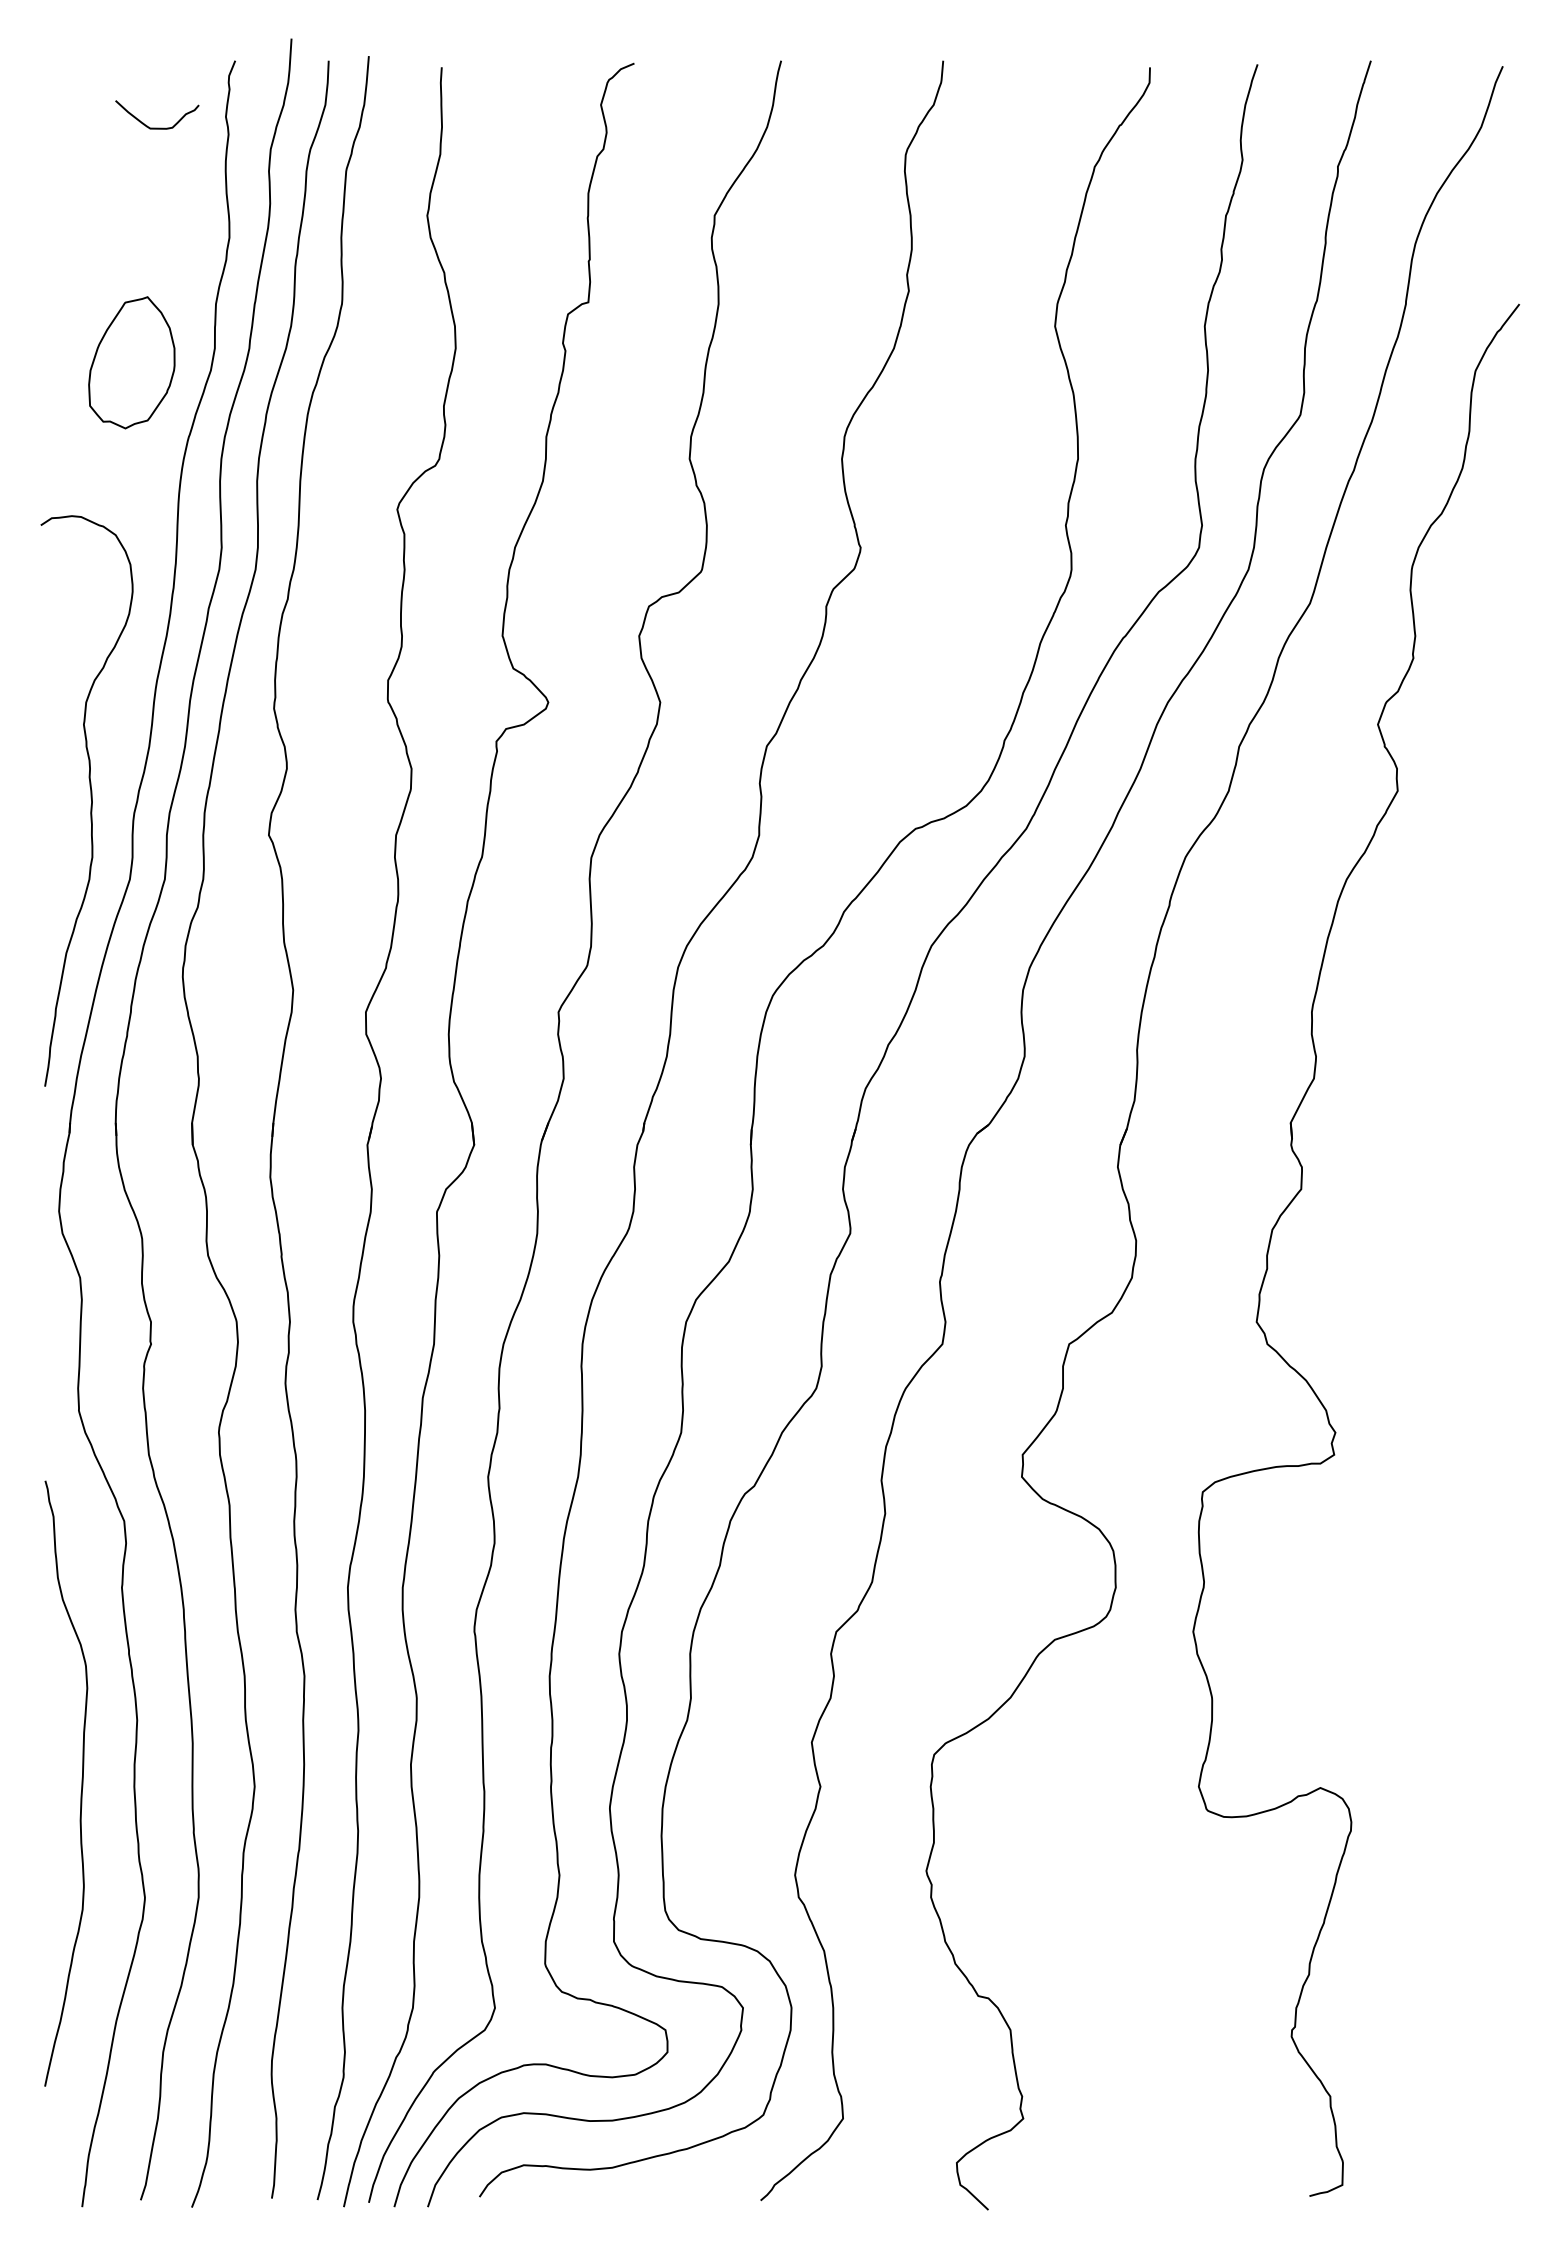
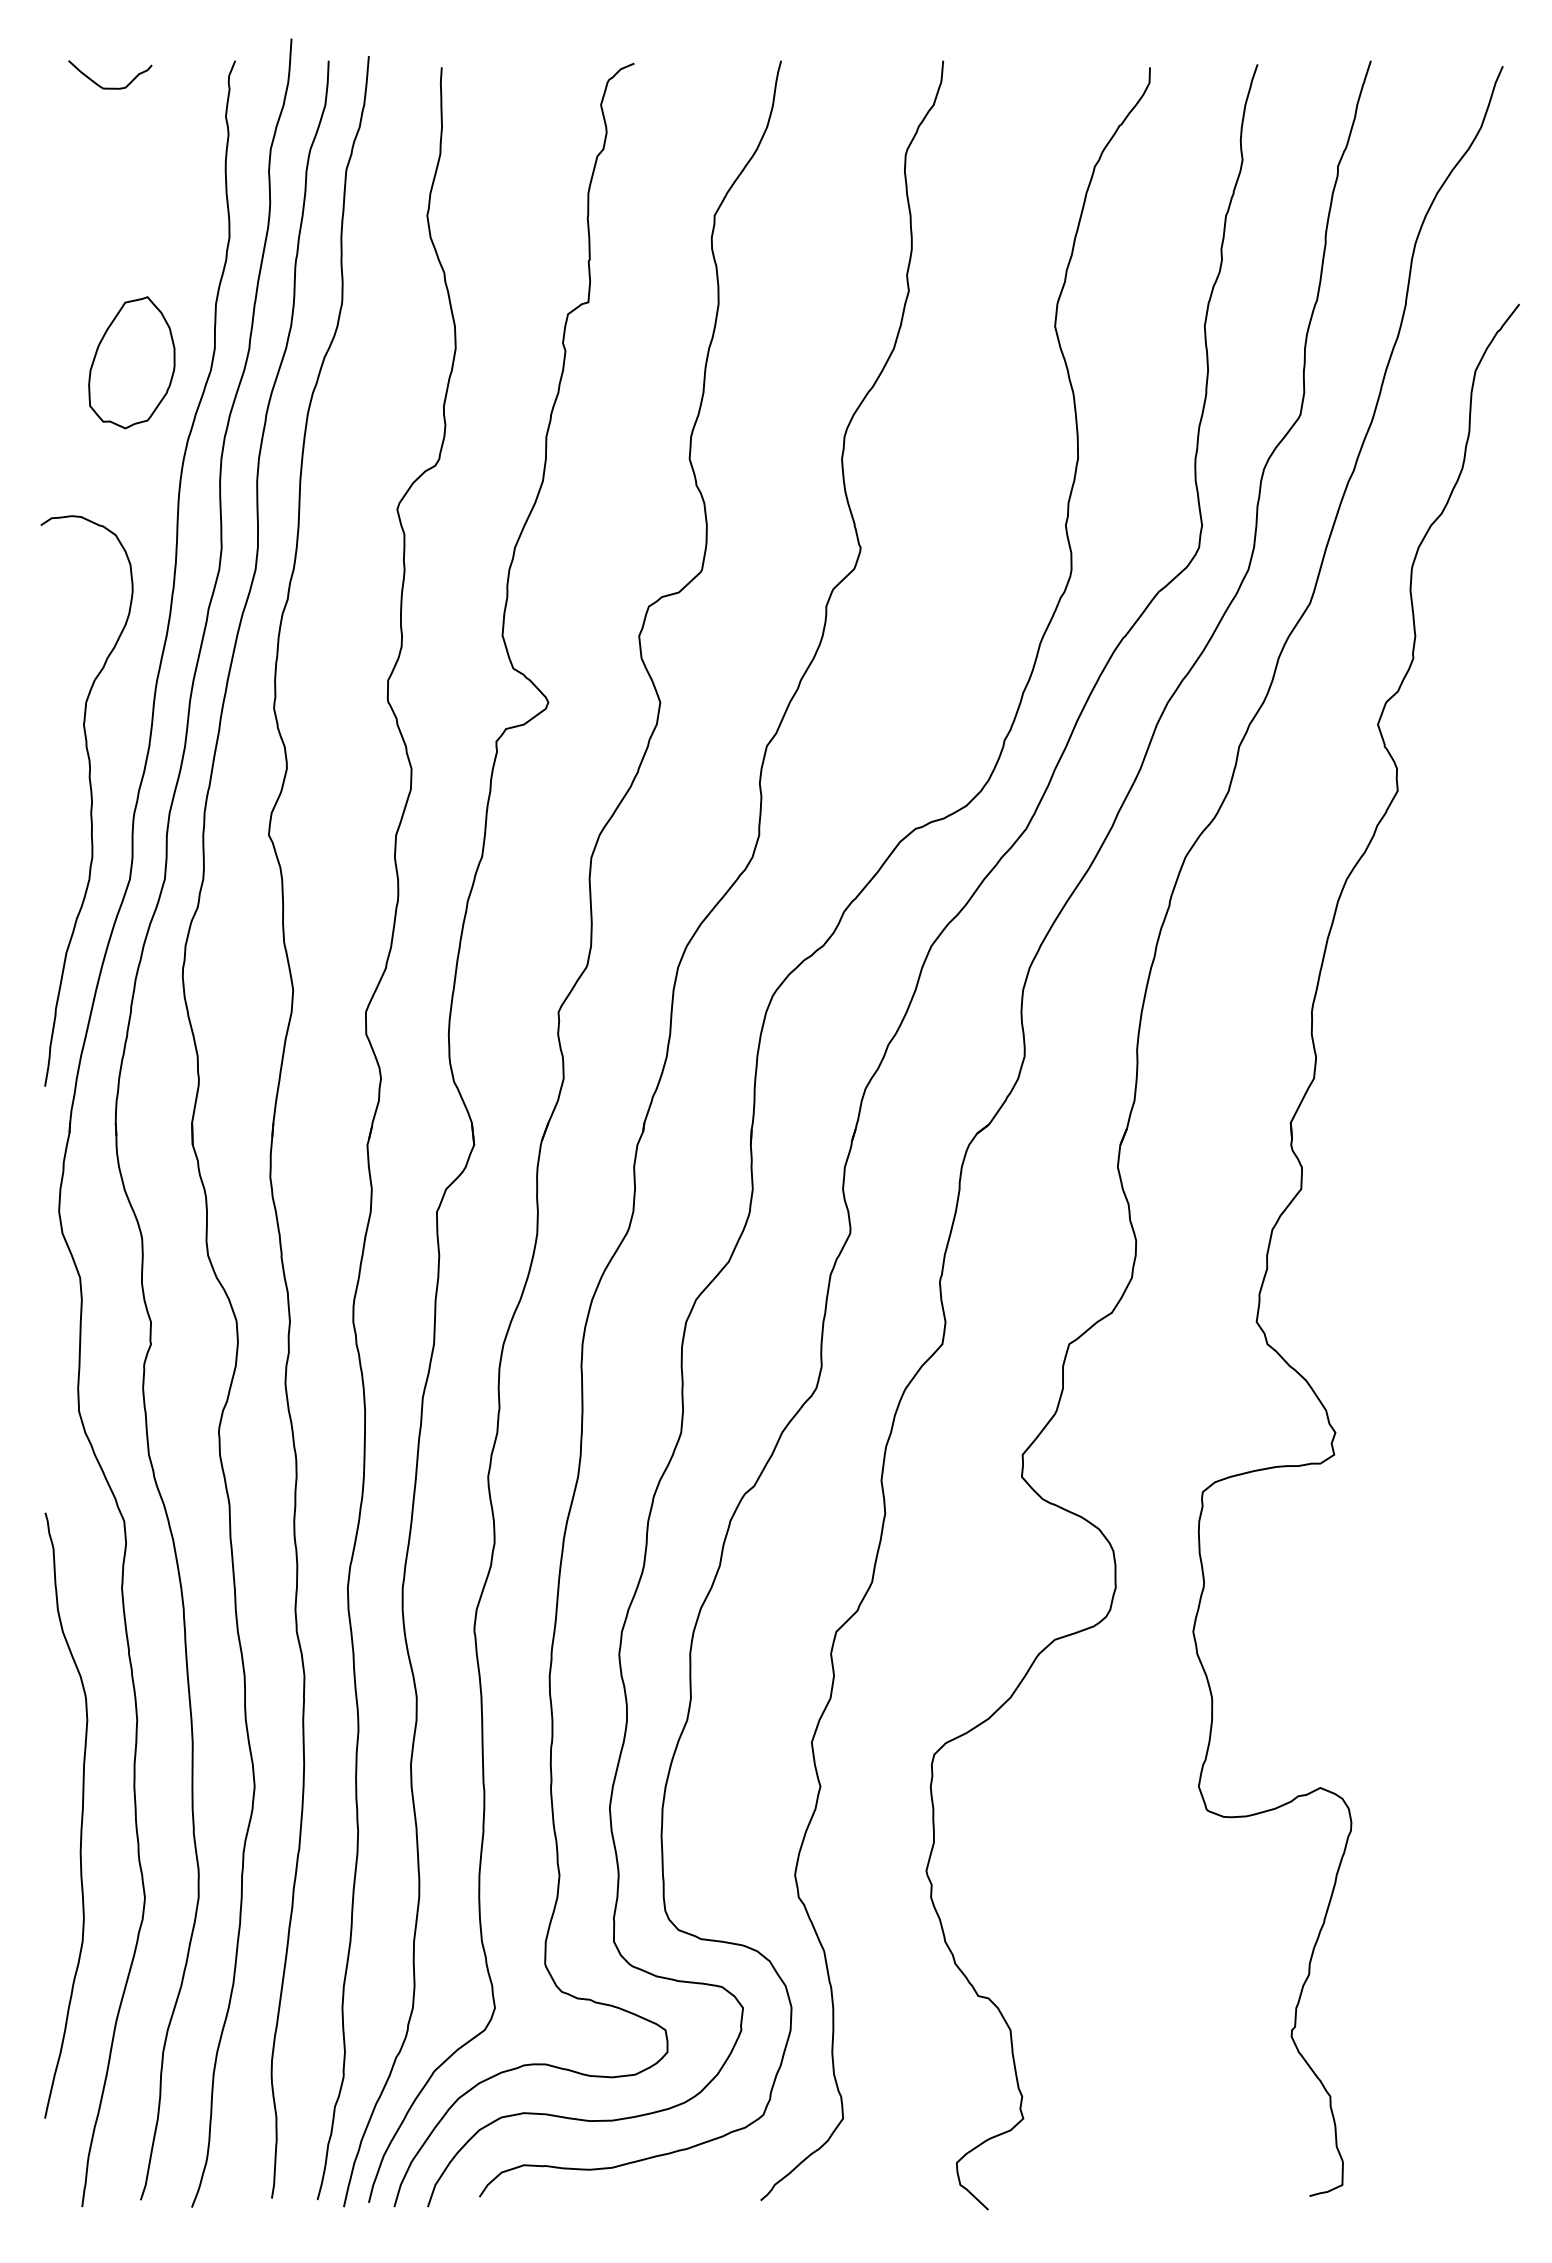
curve at (157, 127) position: (157, 127) -> (110, 87)
curve at (81, 1783) position: (81, 1783) -> (81, 1815)
